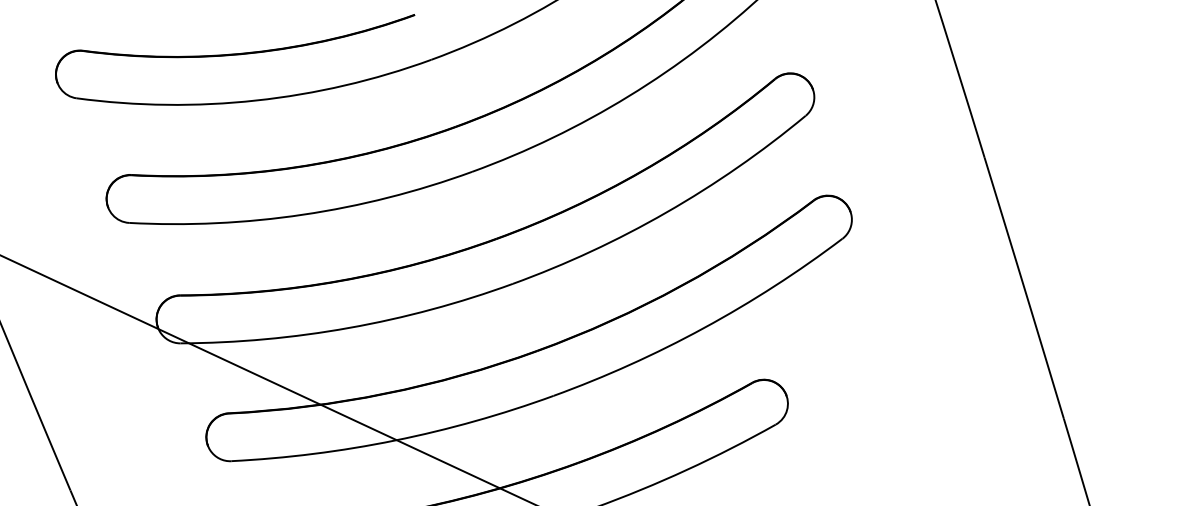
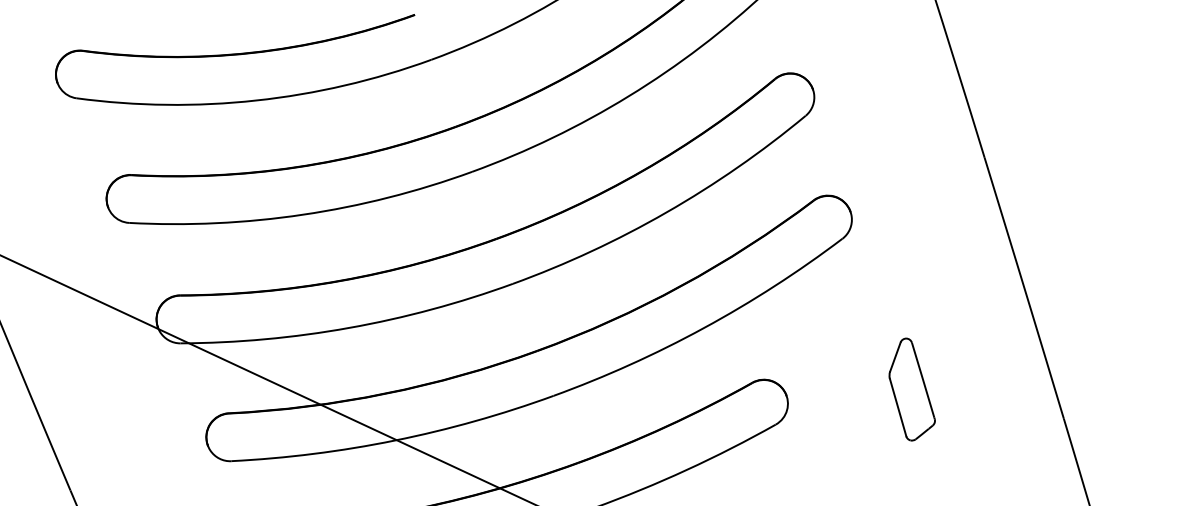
part at (911, 389): none -> present
